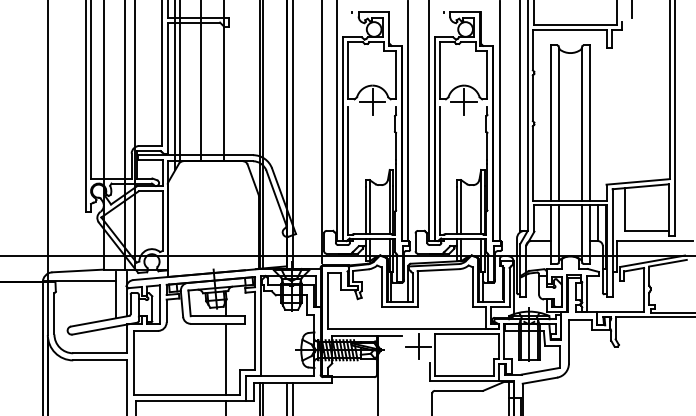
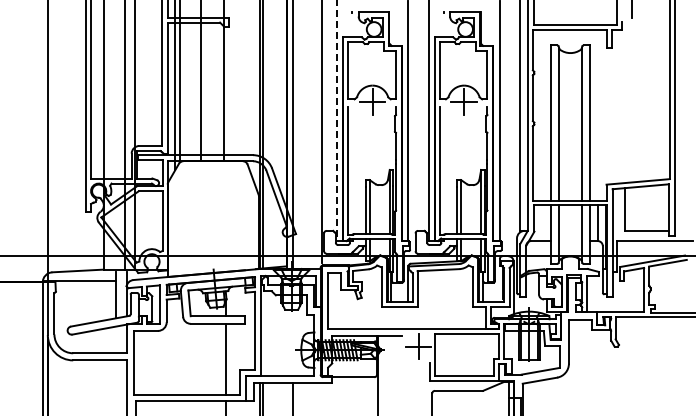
line at (337, 121): solid -> dashed
line at (286, 397): present -> none
